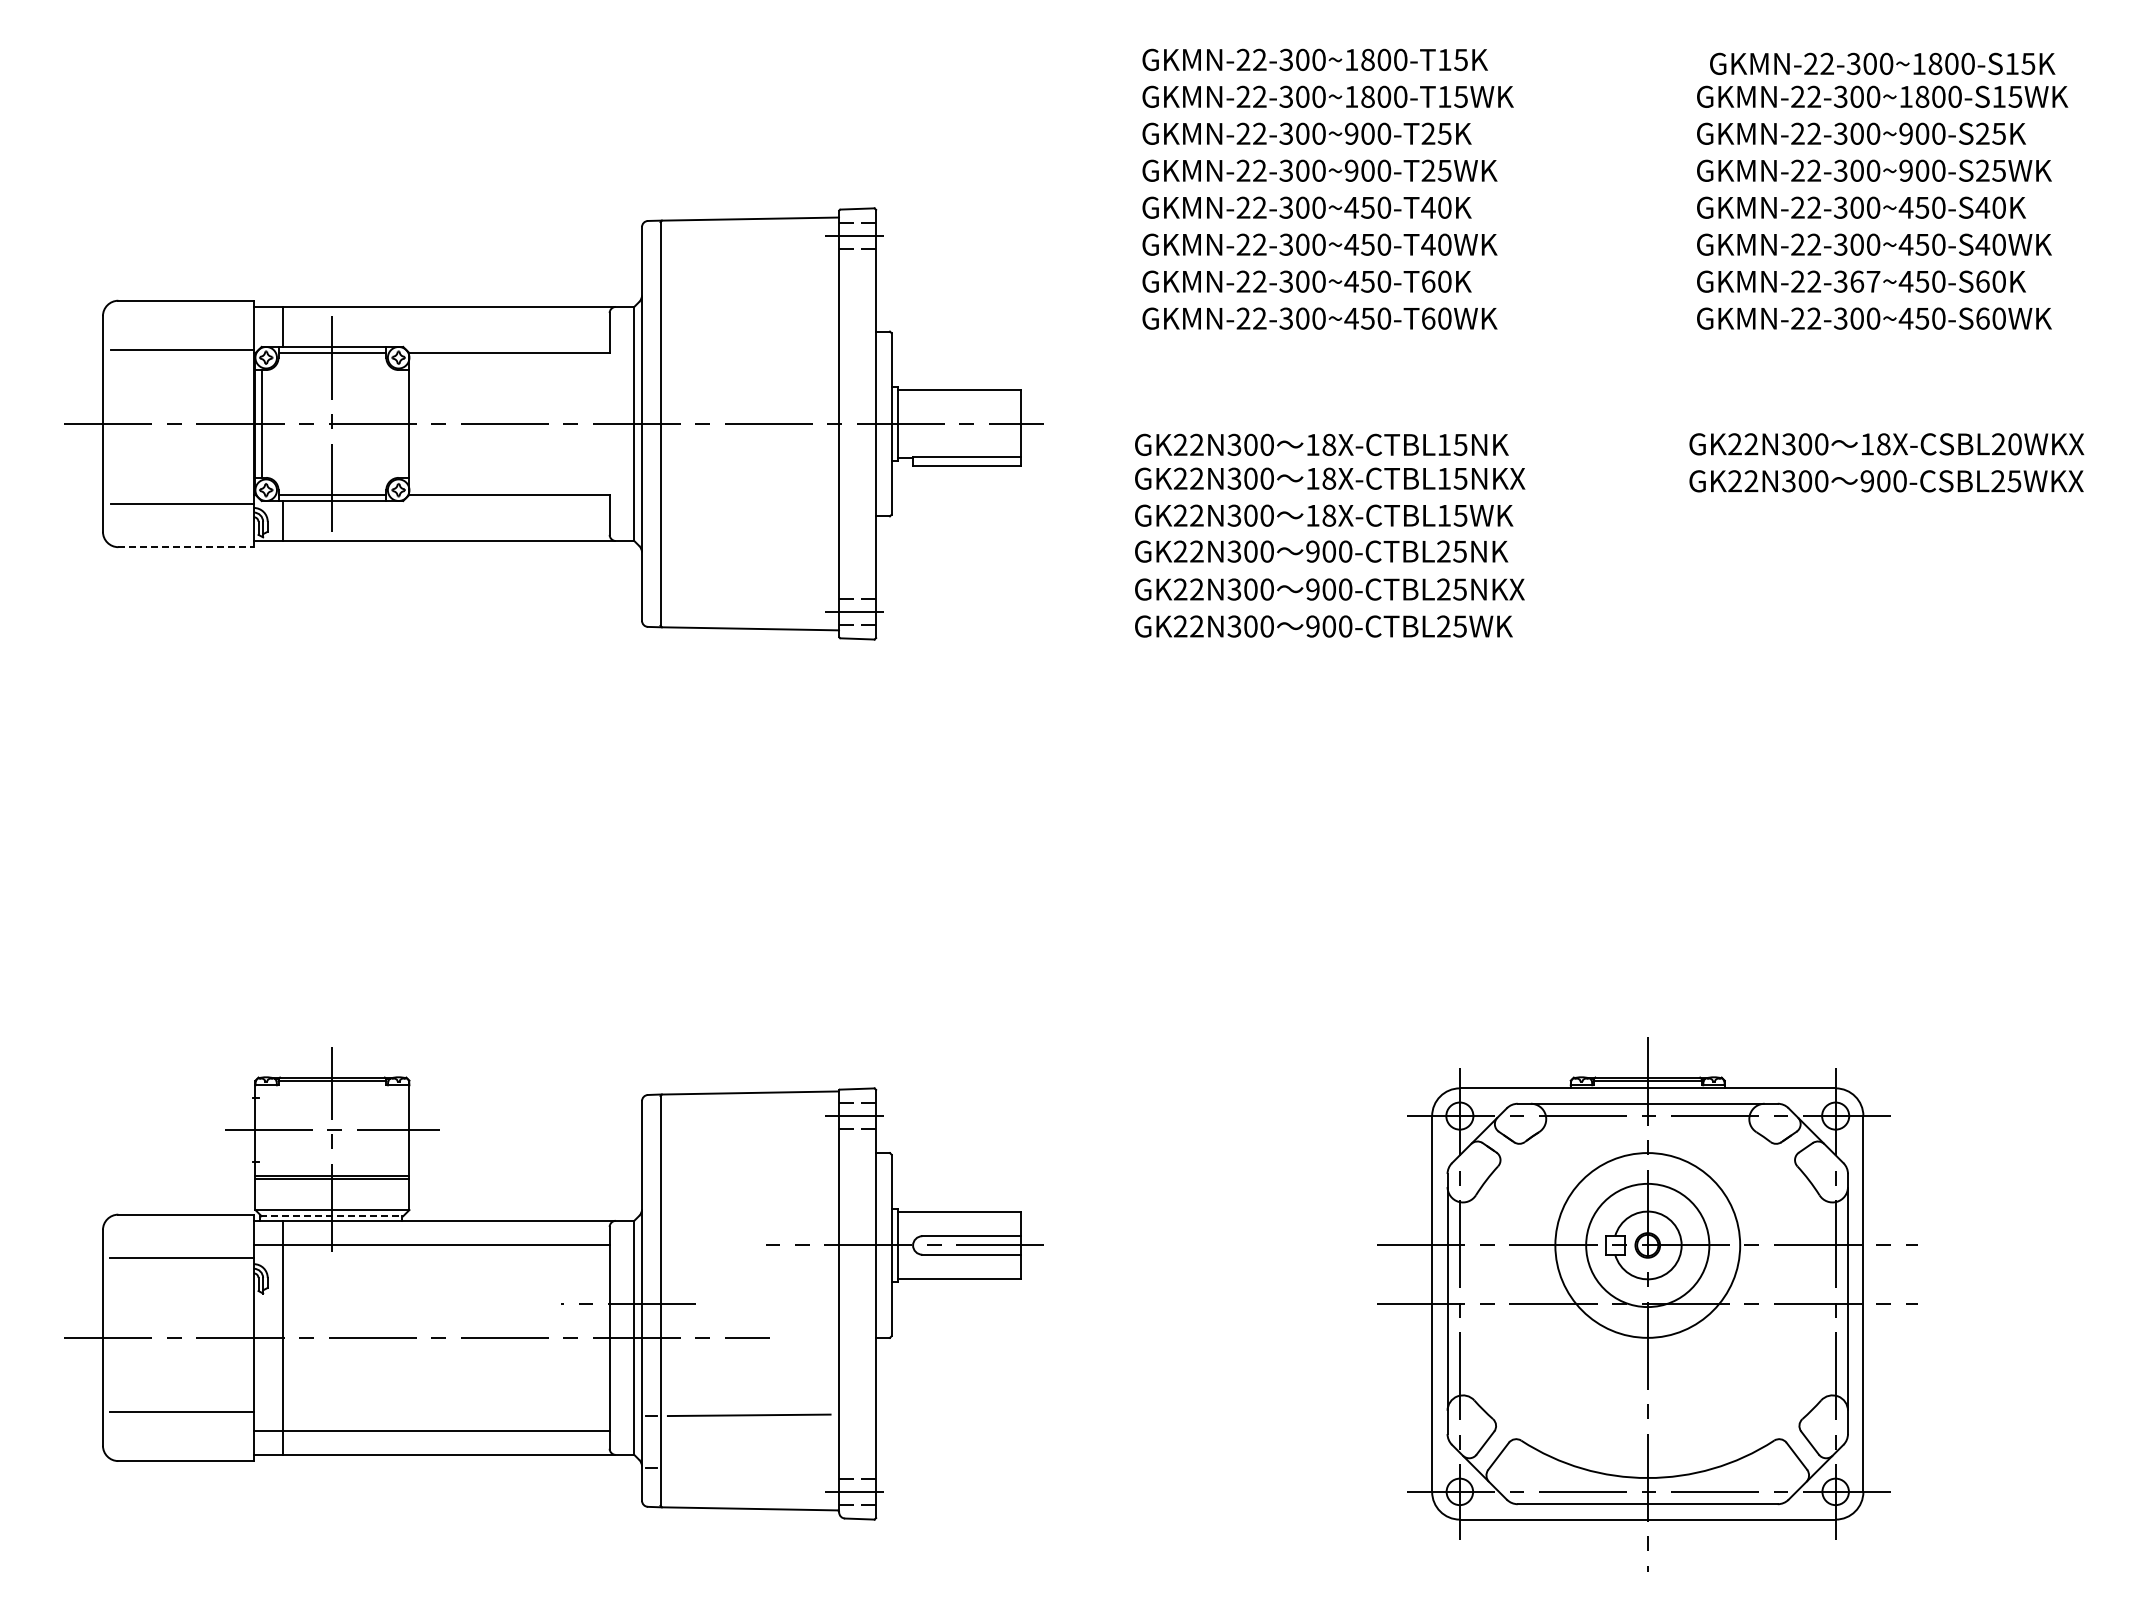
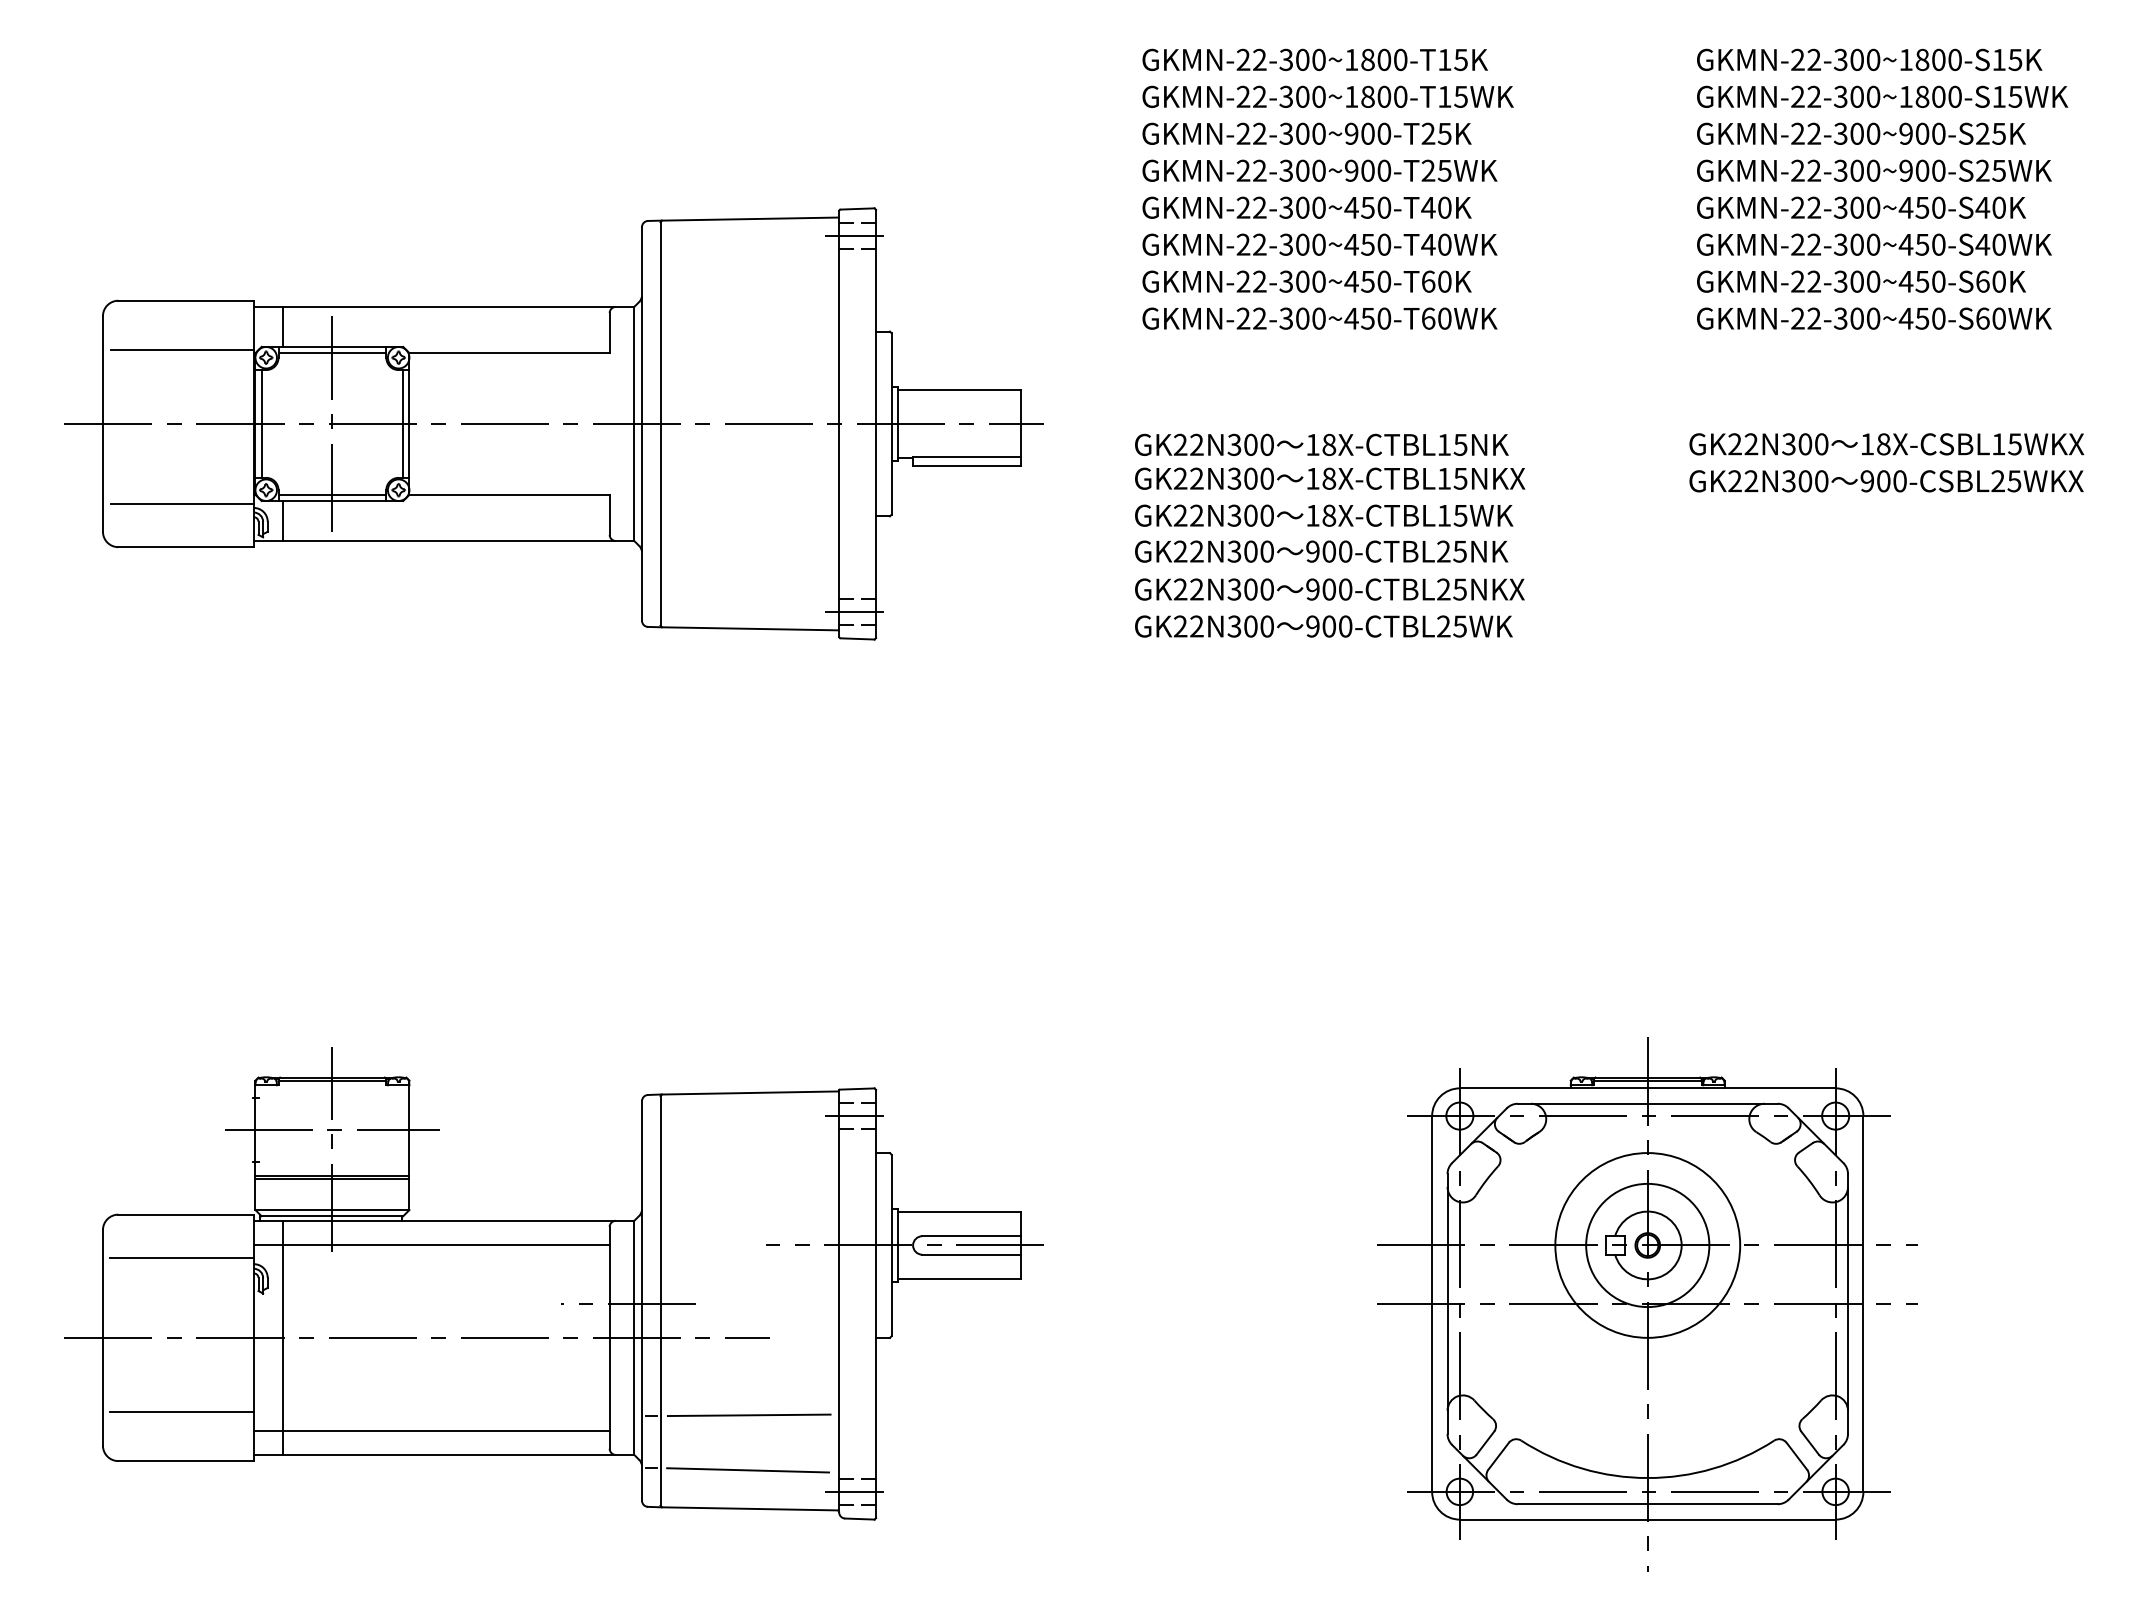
text at (1882, 63) position: (1882, 63) -> (1869, 59)
text at (1865, 281): GKMN-22-367~450-S60K -> GKMN-22-300~450-S60K
line at (403, 423): none -> present
text at (2006, 444): 18X-CSBL20WKX -> 18X-CSBL15WKX
line at (186, 547): dashed -> solid
line at (331, 1216): dashed -> solid
line at (748, 1470): none -> present
